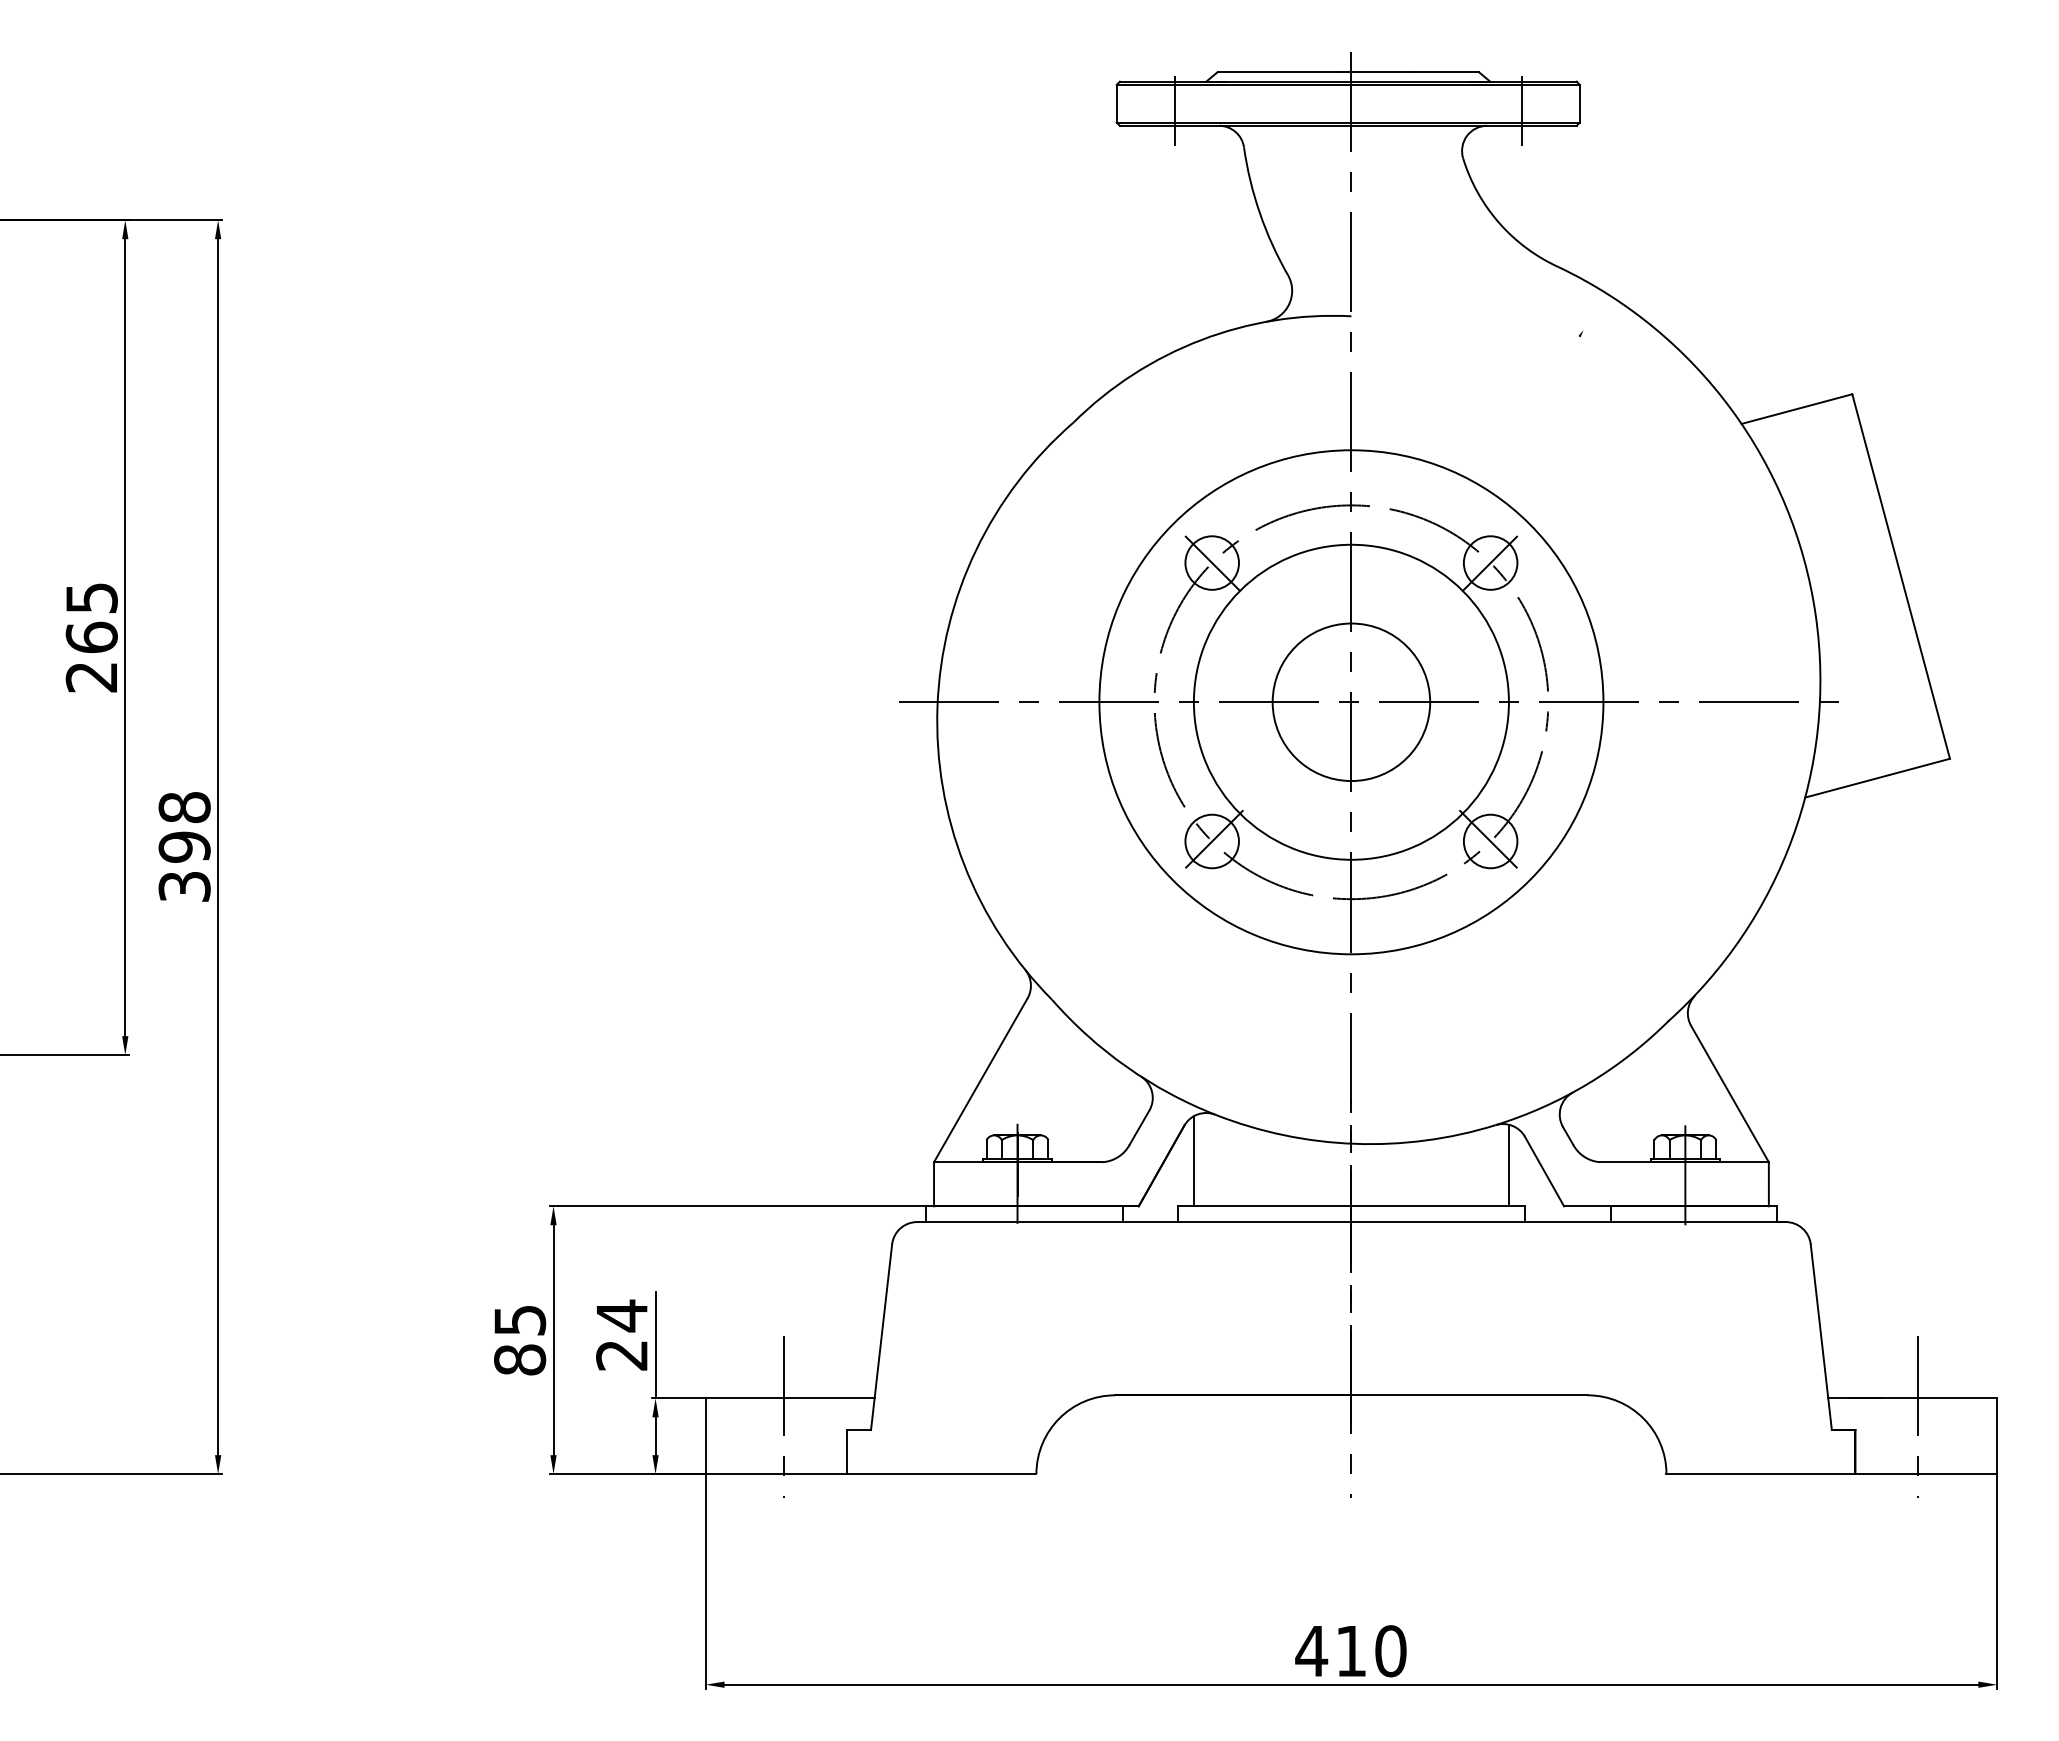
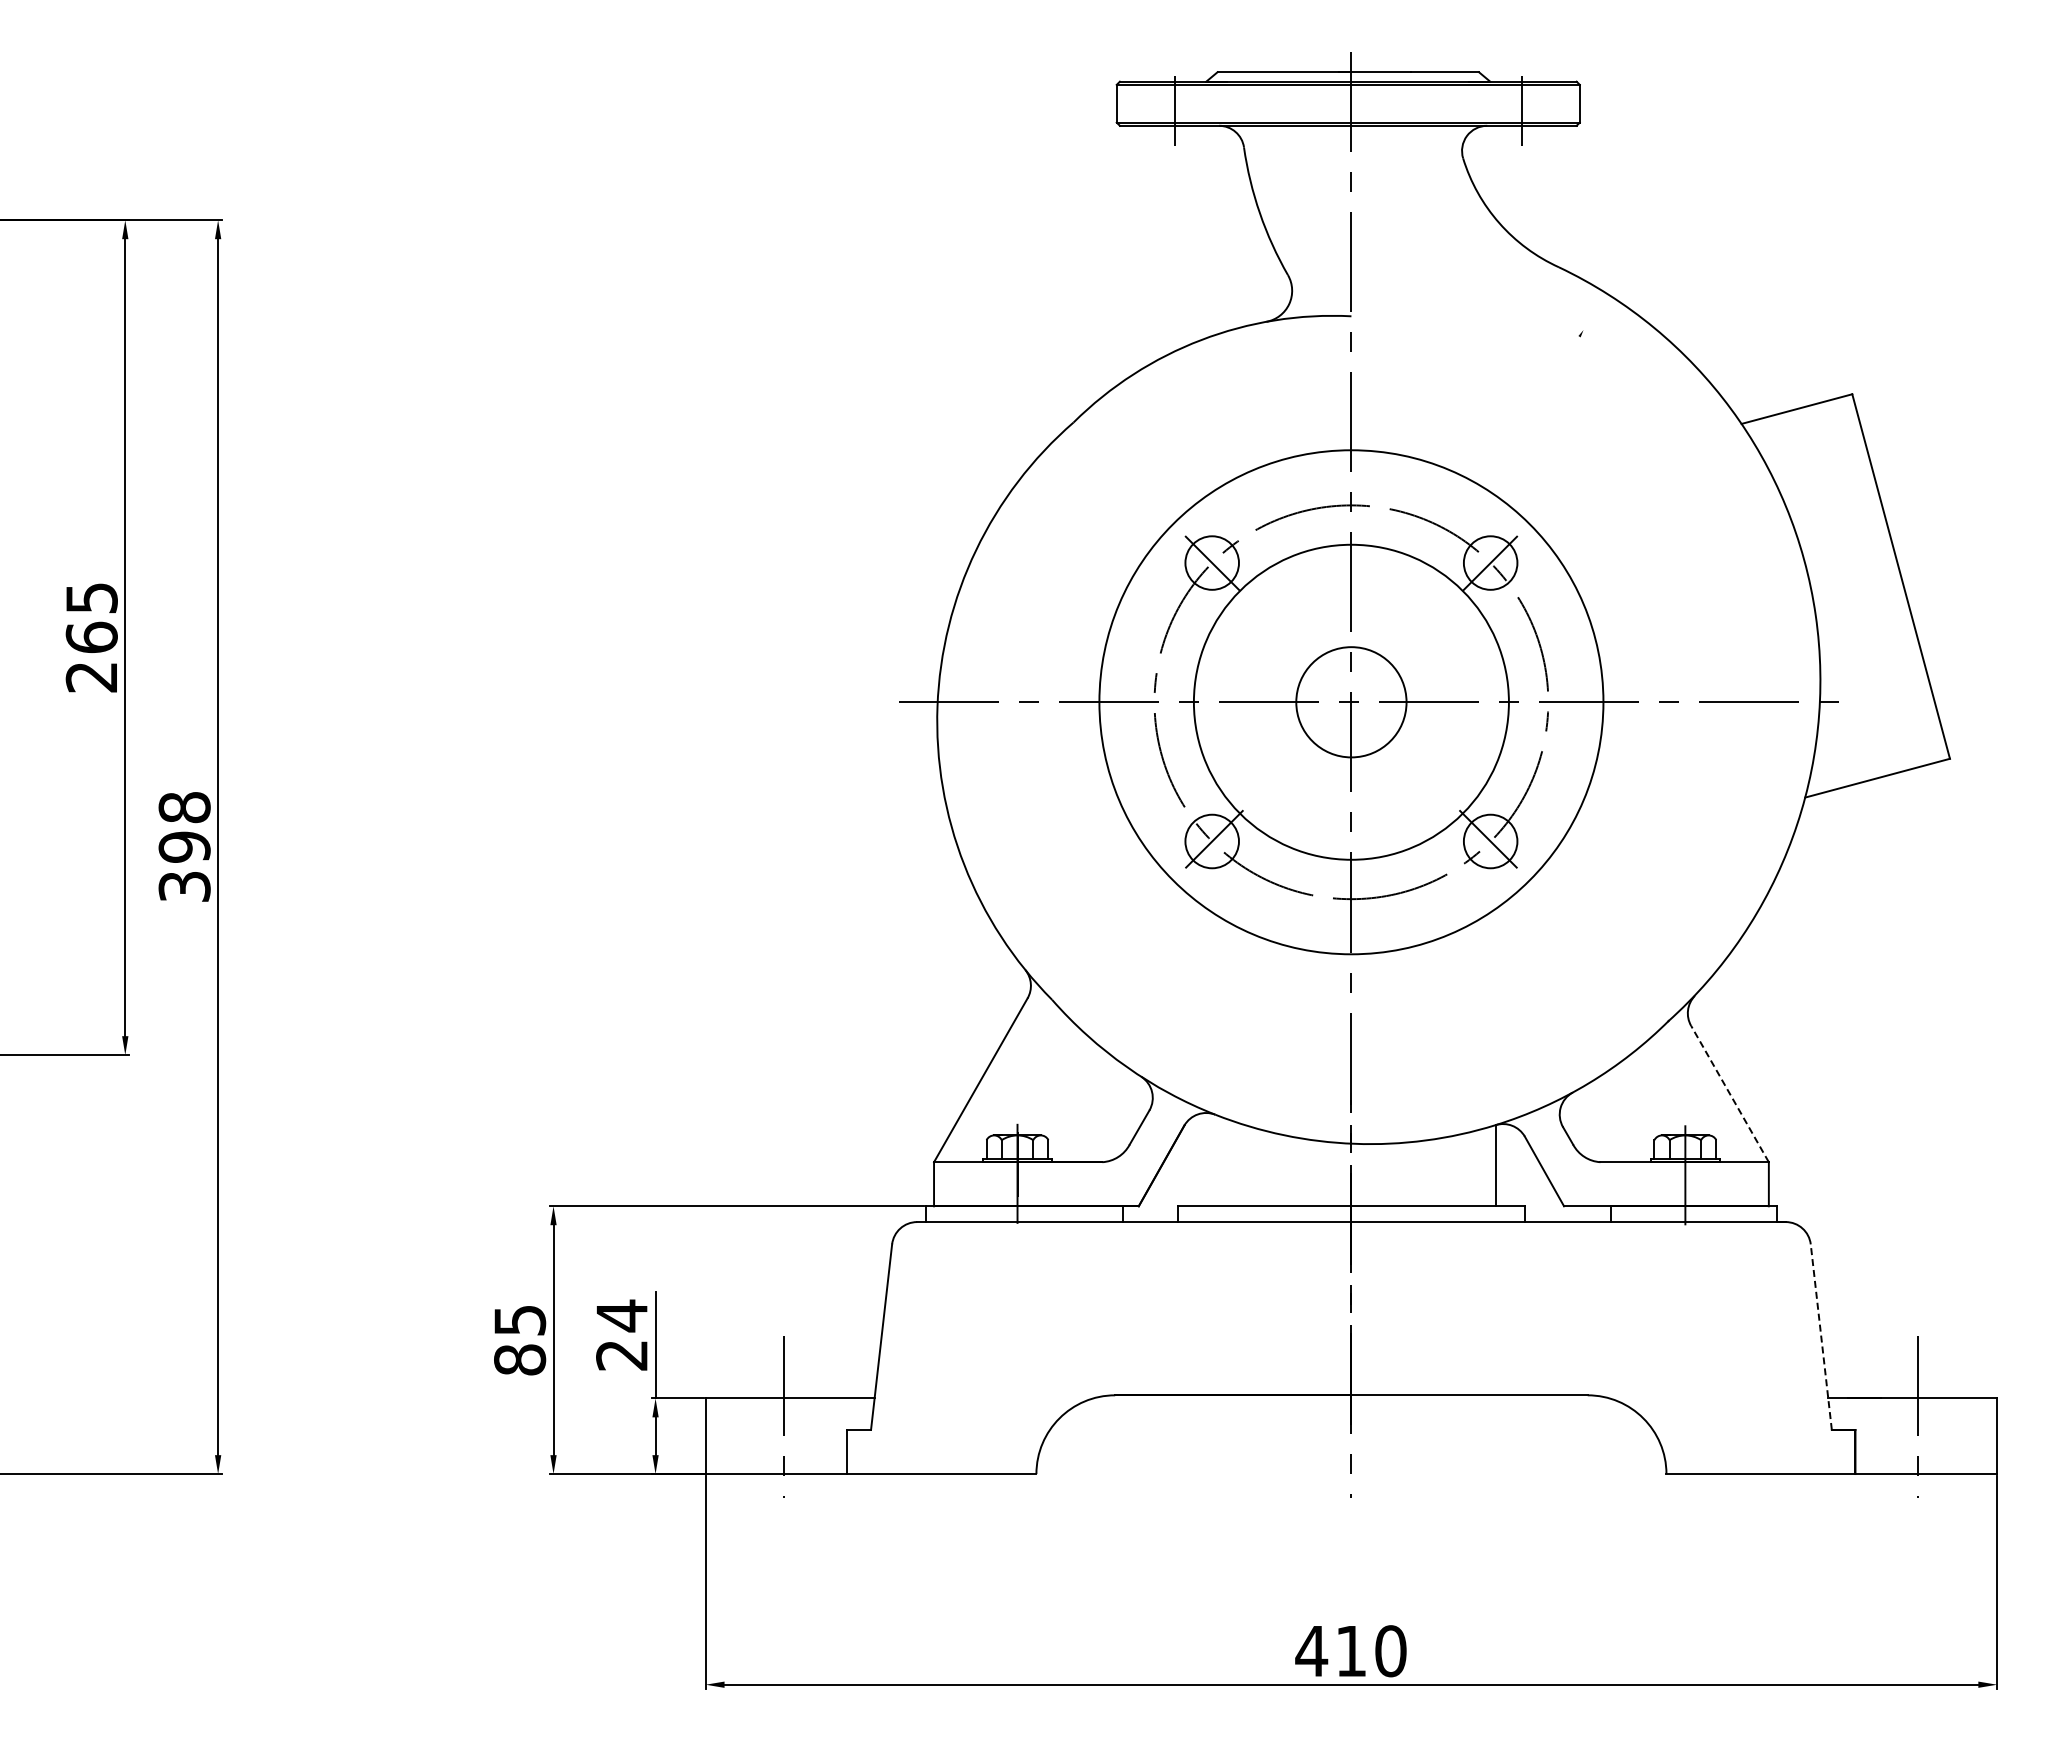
circle at (1351, 702) diameter: 158 px -> 110 px
line at (1729, 1093): solid -> dashed
line at (1193, 1161): present -> none
line at (1508, 1165) position: (1508, 1165) -> (1495, 1165)
line at (1821, 1336): solid -> dashed
